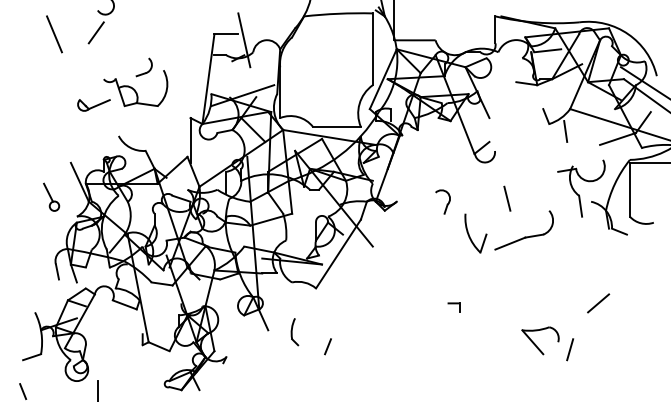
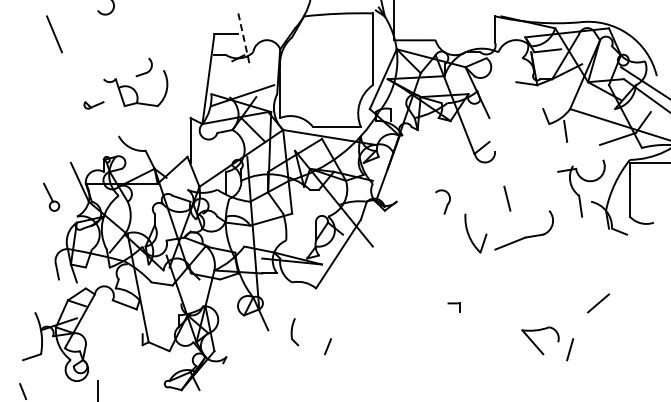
line at (95, 32): present -> none
line at (244, 40): solid -> dashed
part at (93, 105) size: 34x13 px -> 22x9 px
